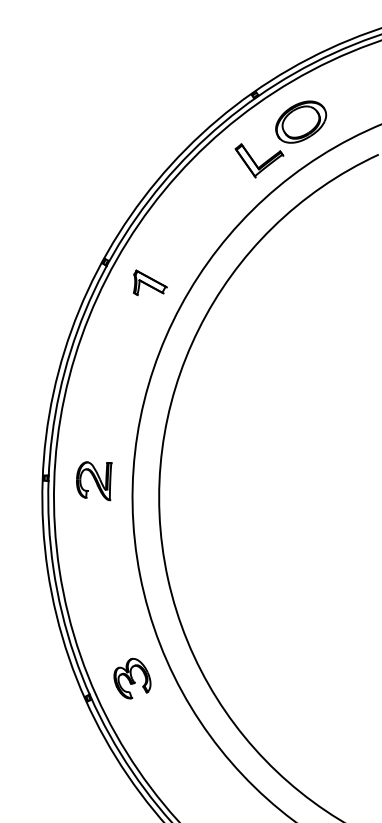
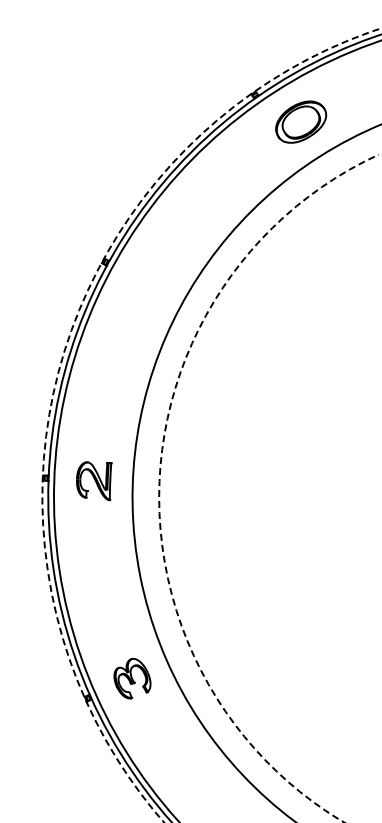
part at (259, 160): present -> none
part at (149, 282): present -> none
arc at (59, 367): solid -> dashed
arc at (159, 480): solid -> dashed
